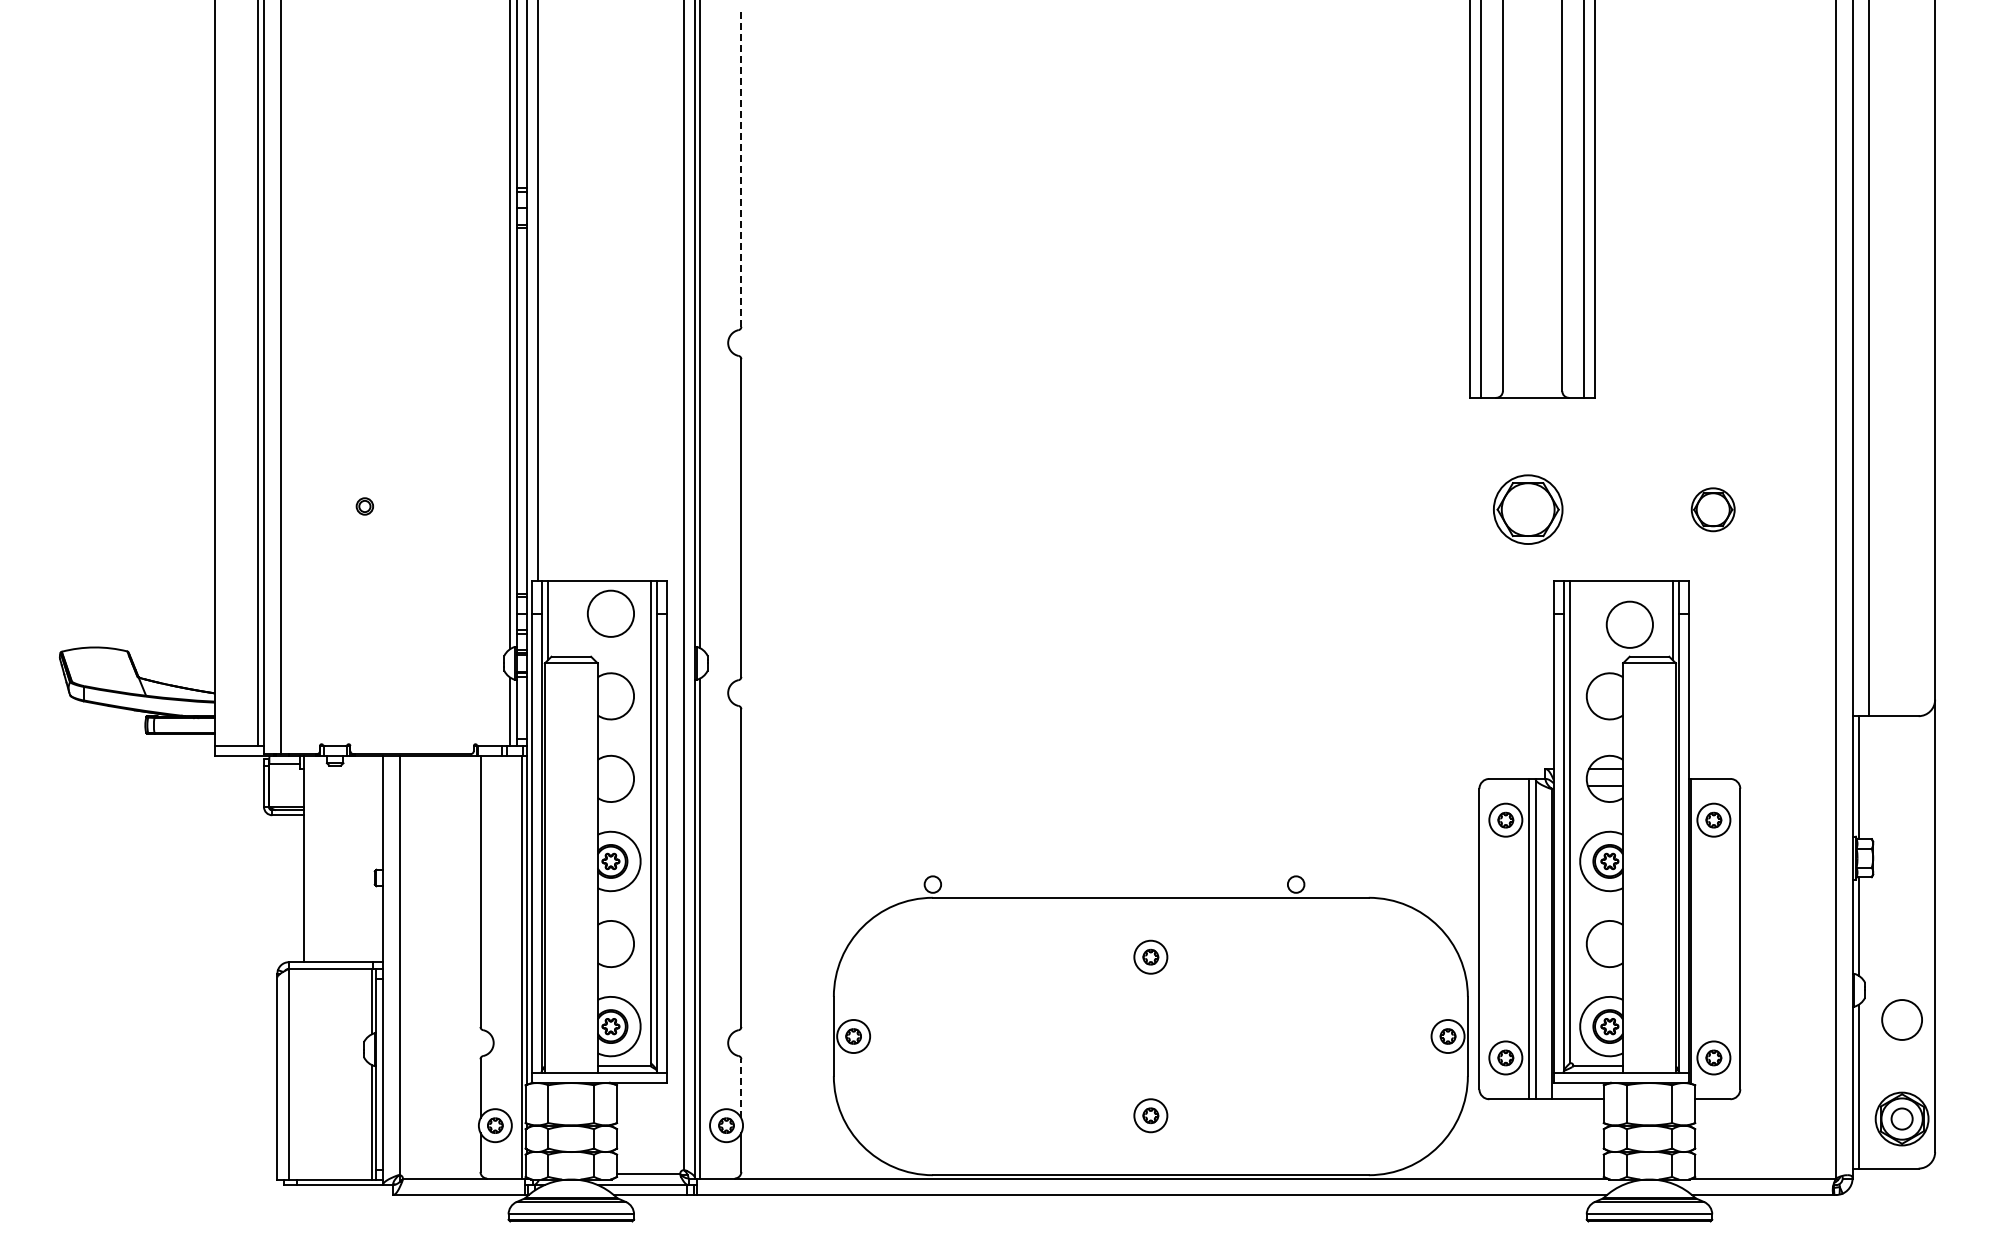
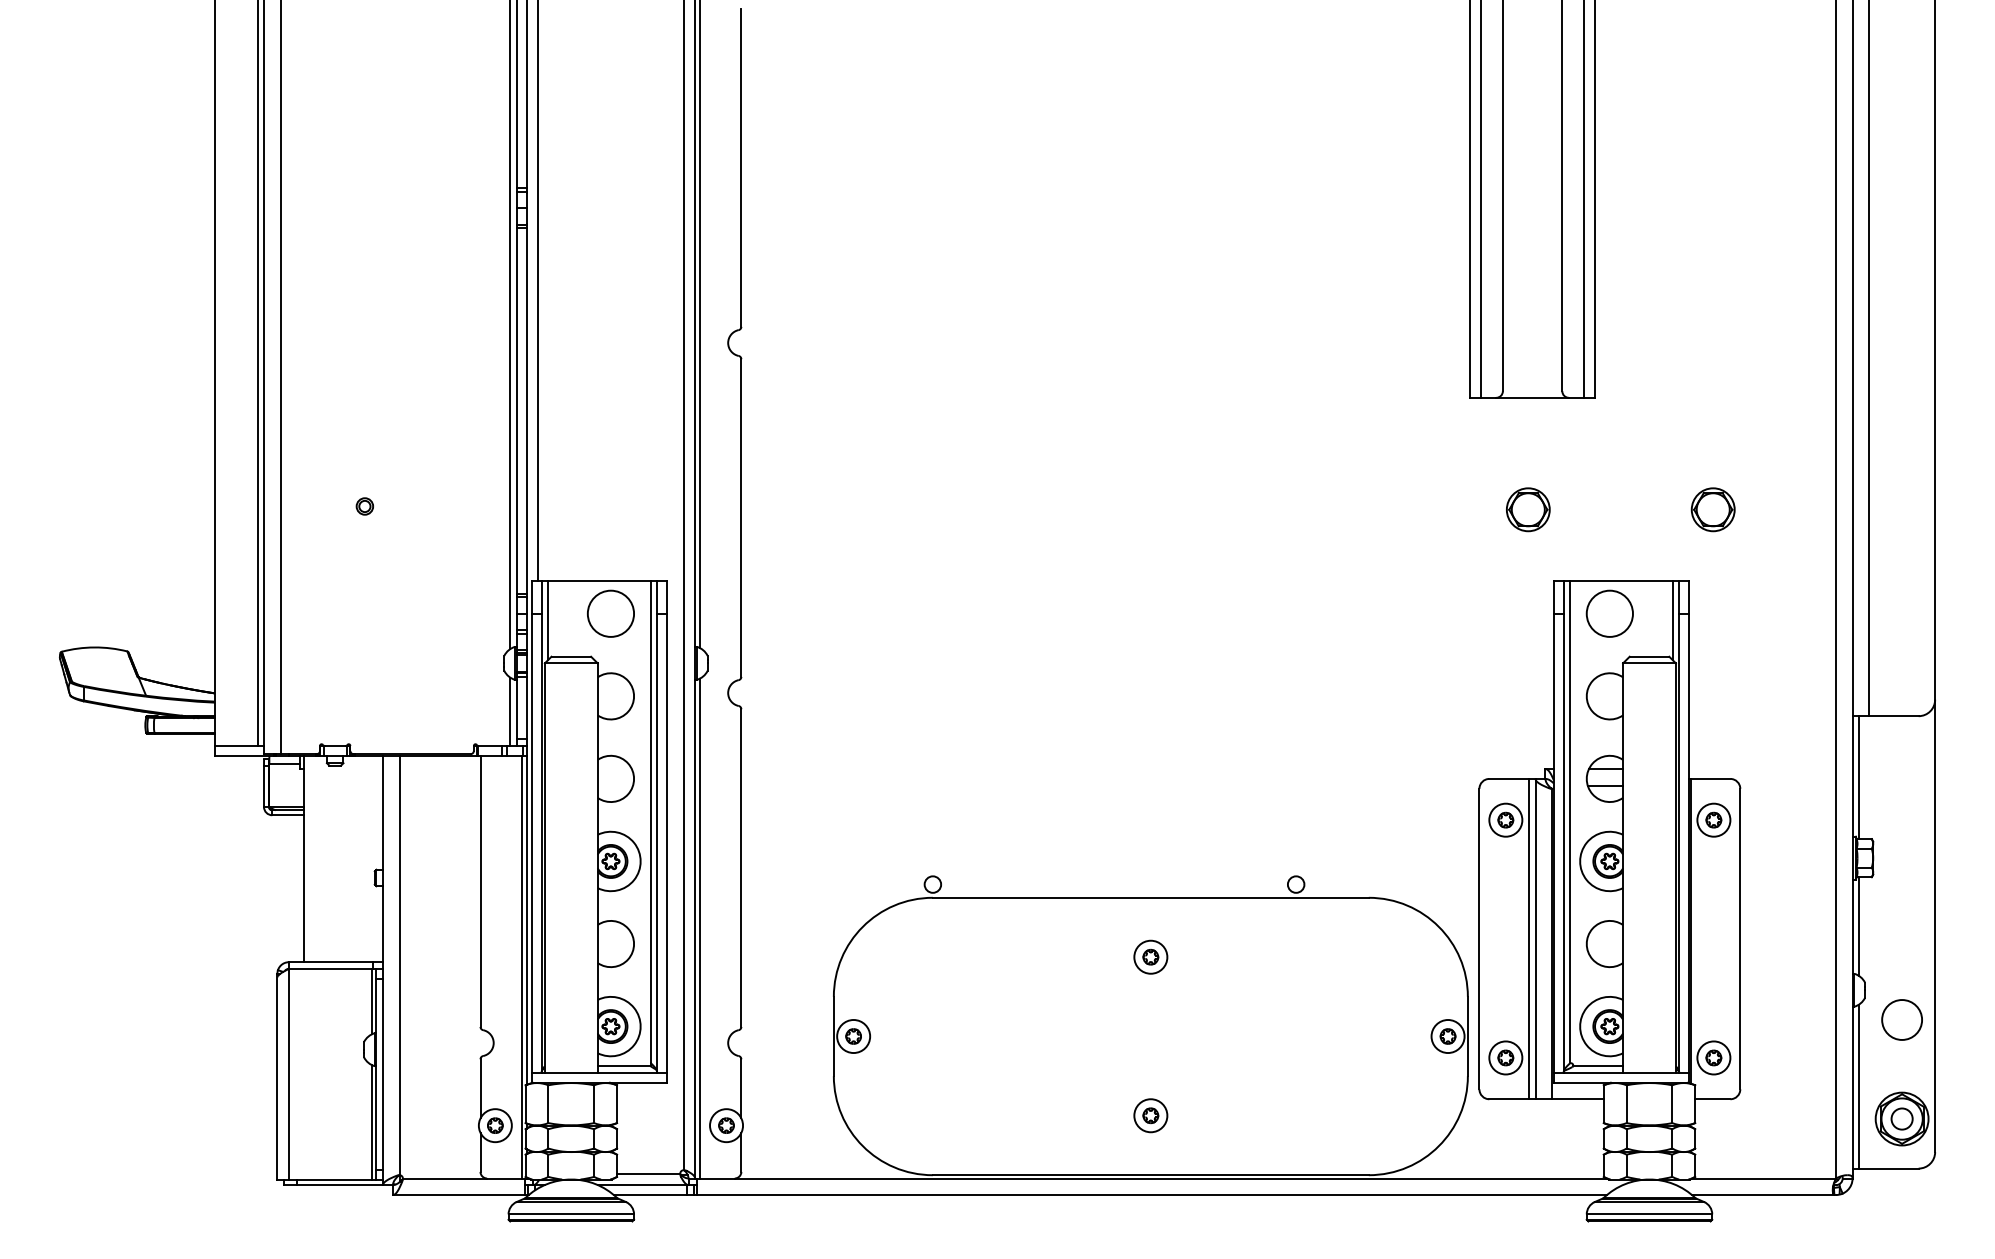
line at (741, 168): dashed -> solid
part at (1528, 509) size: 71x71 px -> 45x46 px
circle at (1629, 624) position: (1629, 624) -> (1609, 613)
line at (741, 1088): dashed -> solid
